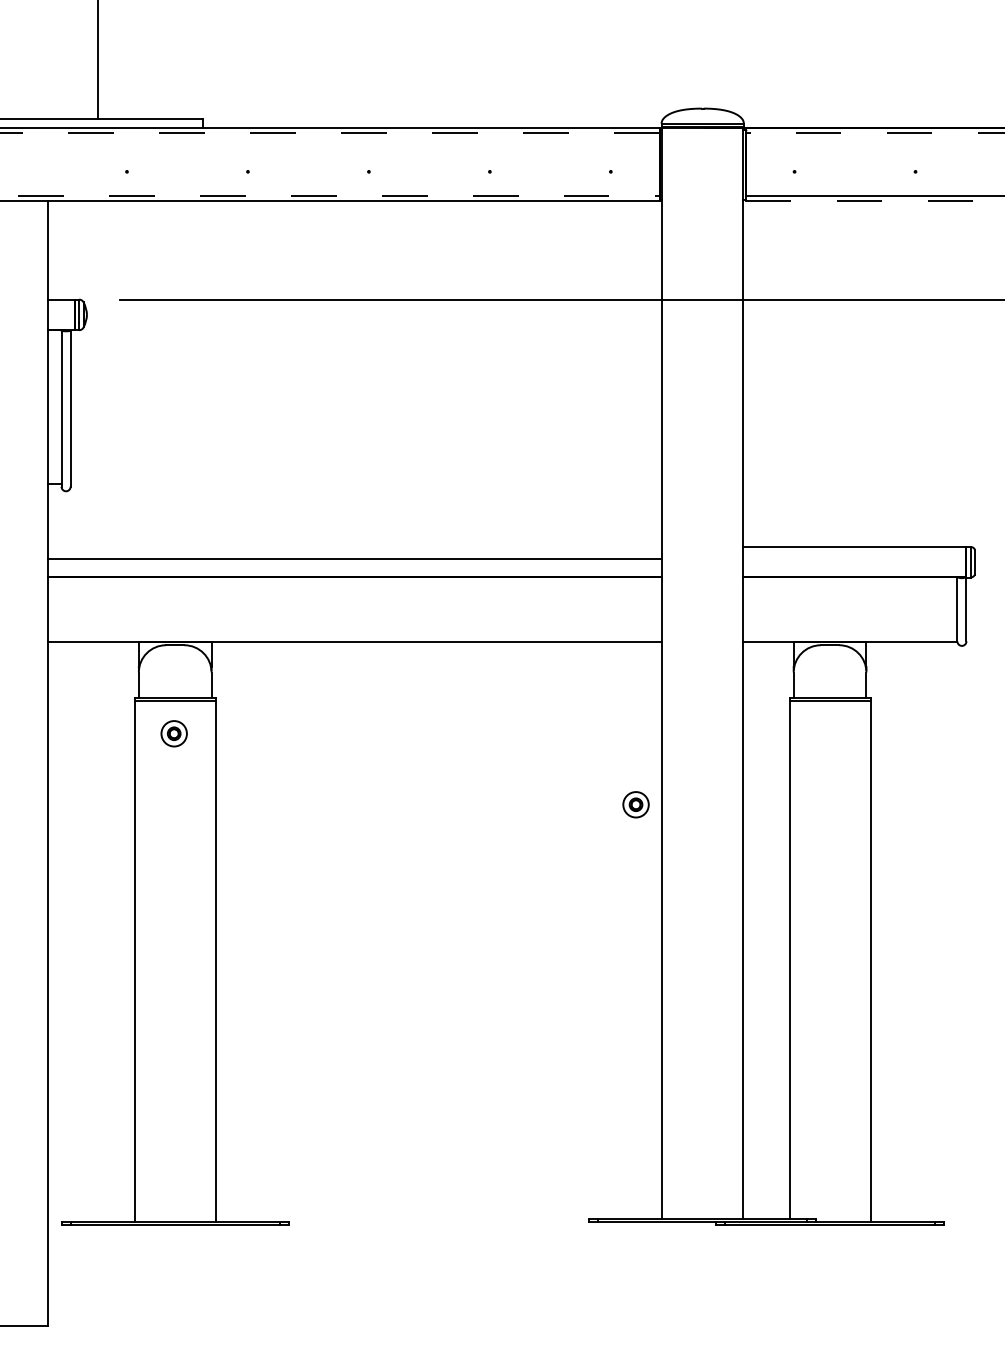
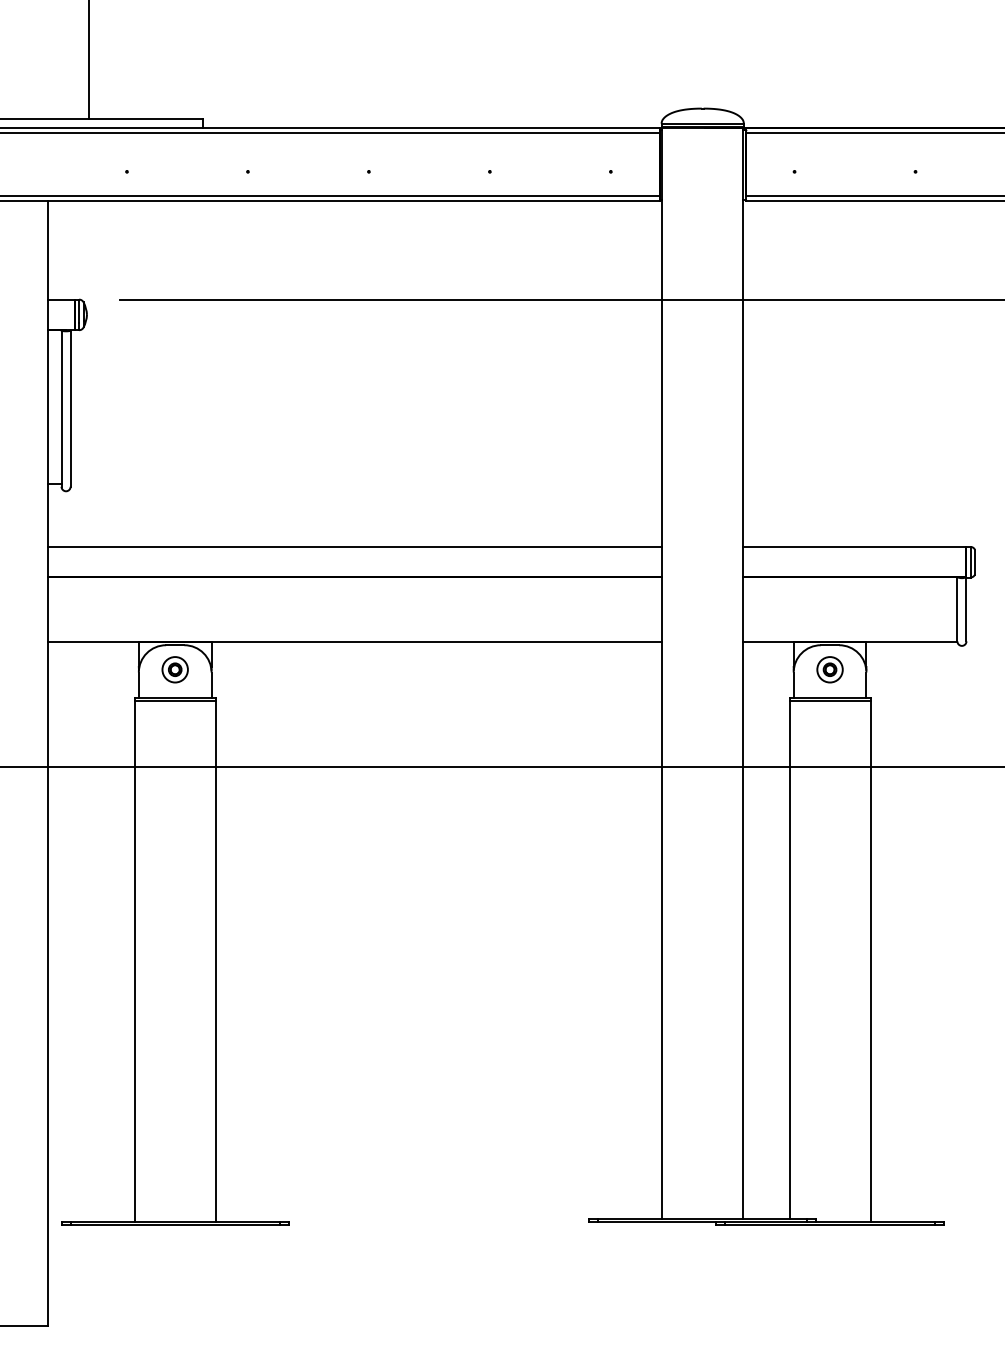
line at (97, 60) position: (97, 60) -> (88, 60)
line at (329, 132): dashed -> solid
line at (874, 132): dashed -> solid
line at (329, 195): dashed -> solid
line at (875, 200): dashed -> solid
line at (355, 558) position: (355, 558) -> (355, 546)
part at (173, 733) position: (173, 733) -> (174, 669)
line at (501, 767): none -> present
part at (635, 804) position: (635, 804) -> (829, 669)
